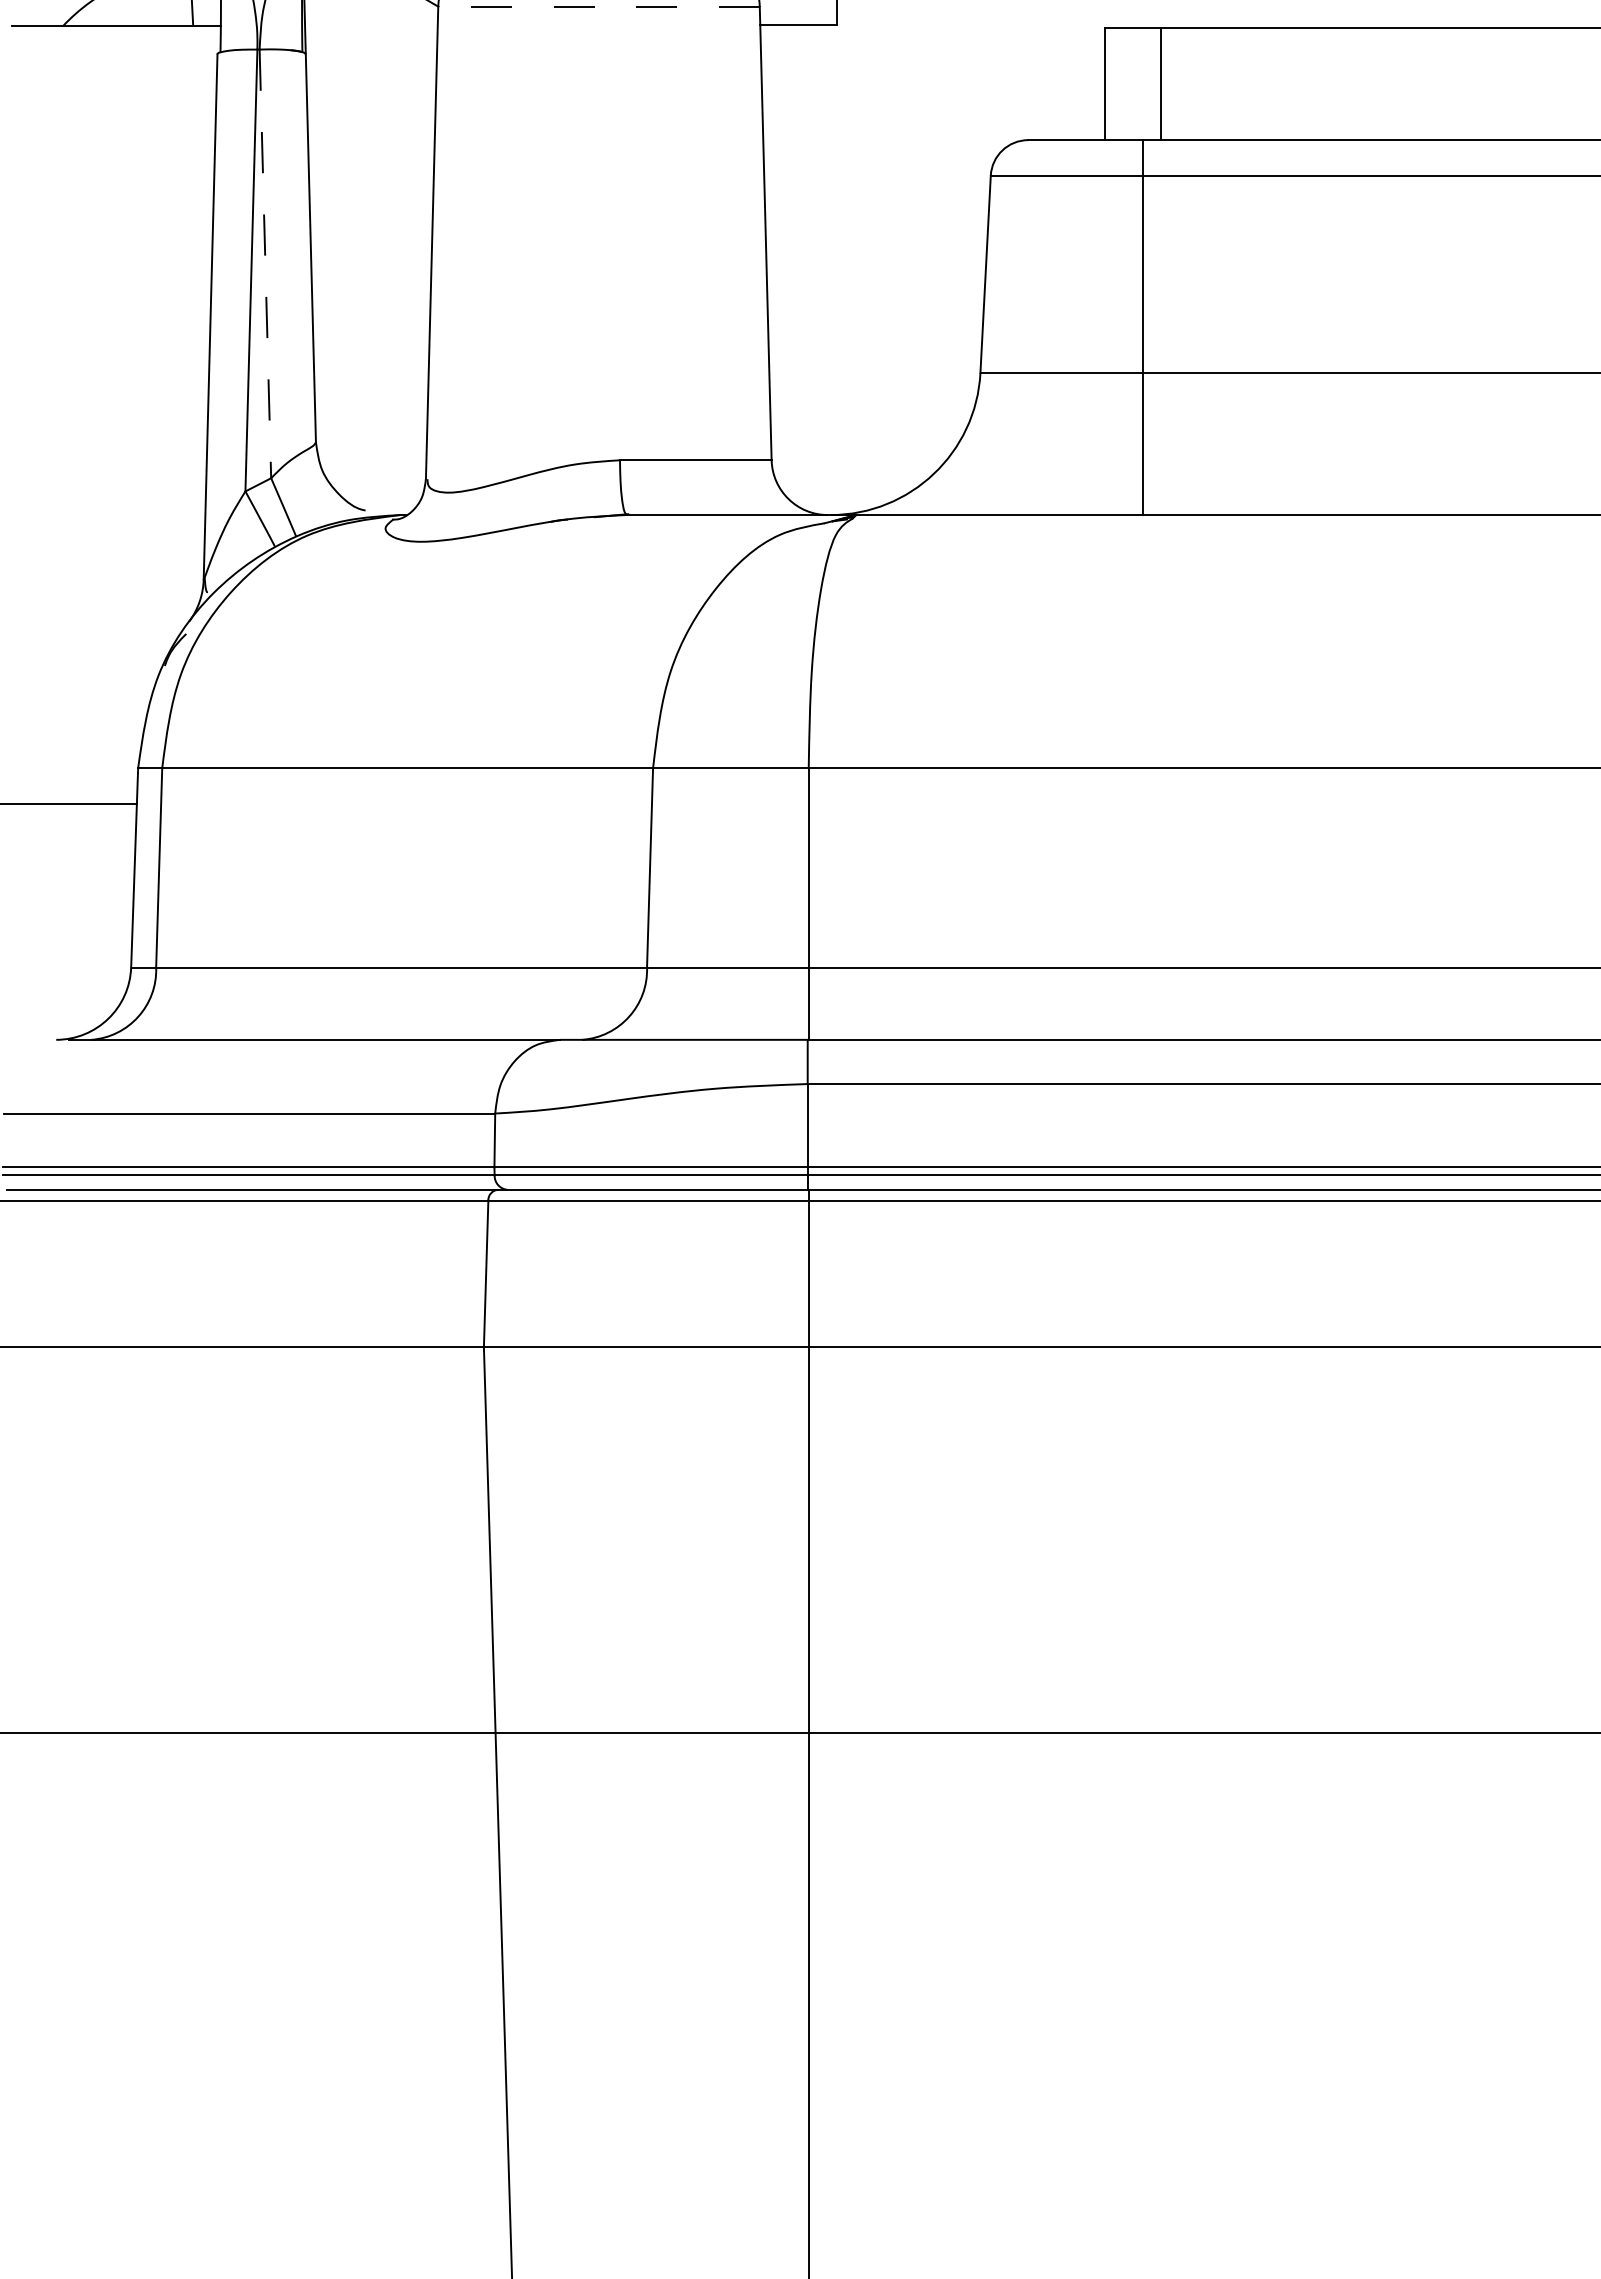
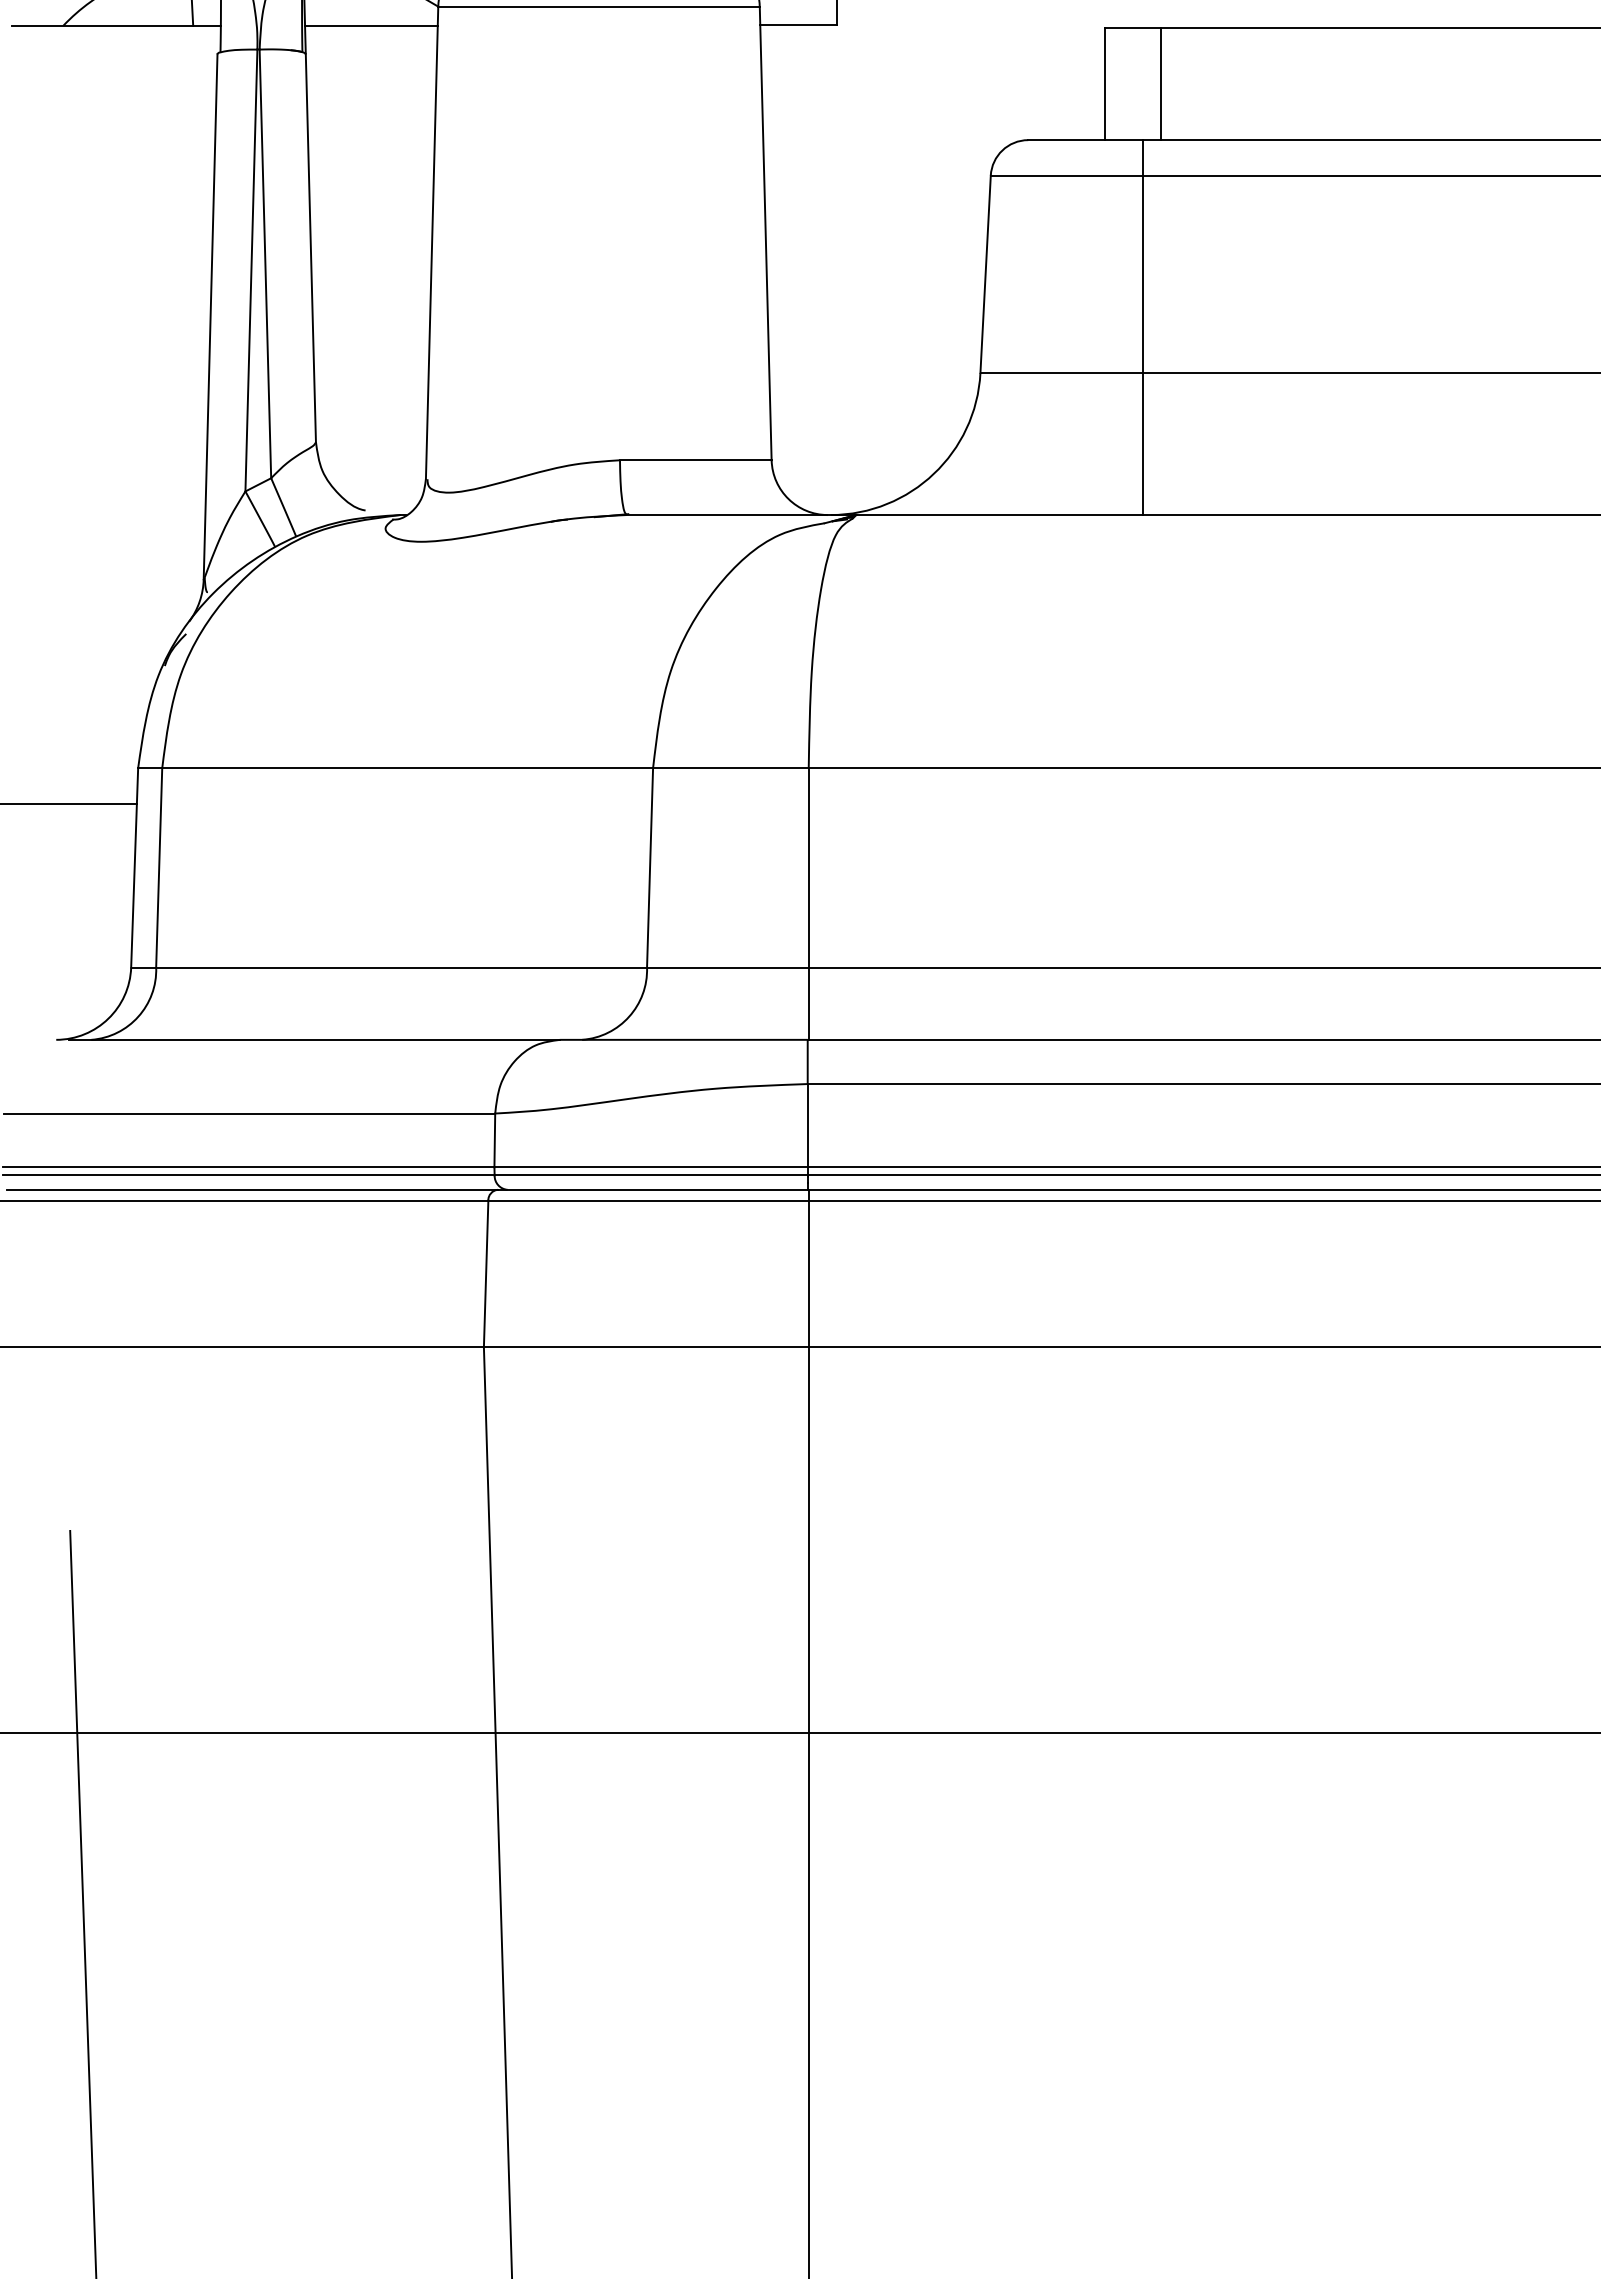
line at (599, 7): dashed -> solid
line at (371, 25): none -> present
line at (265, 264): dashed -> solid
line at (83, 1902): none -> present
